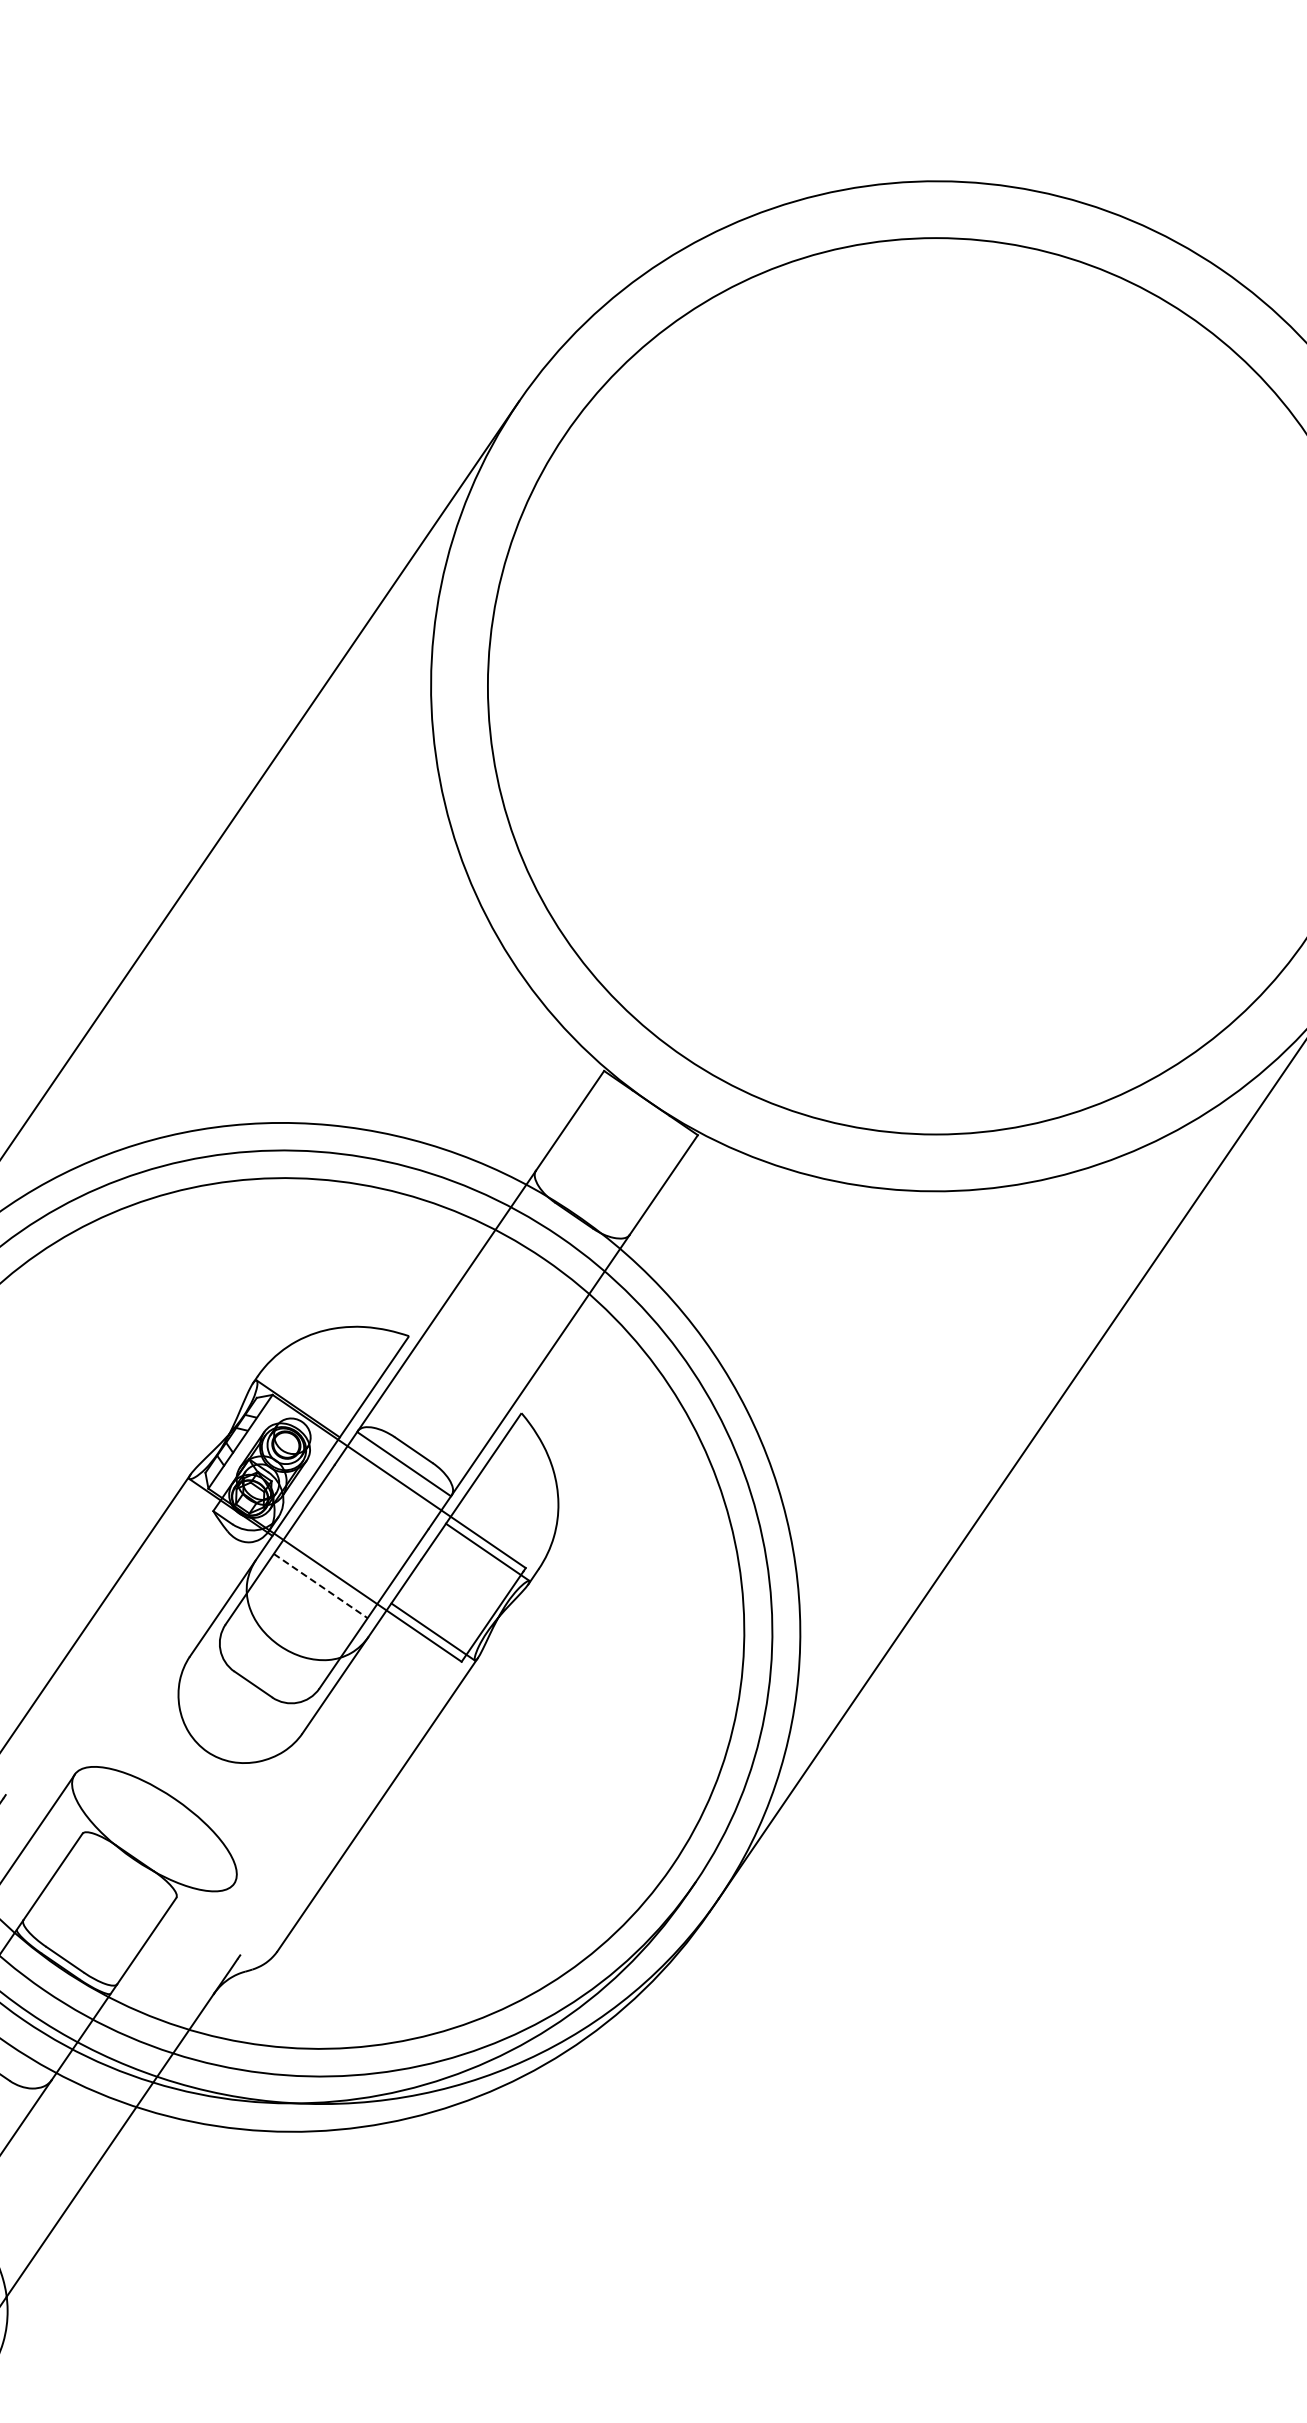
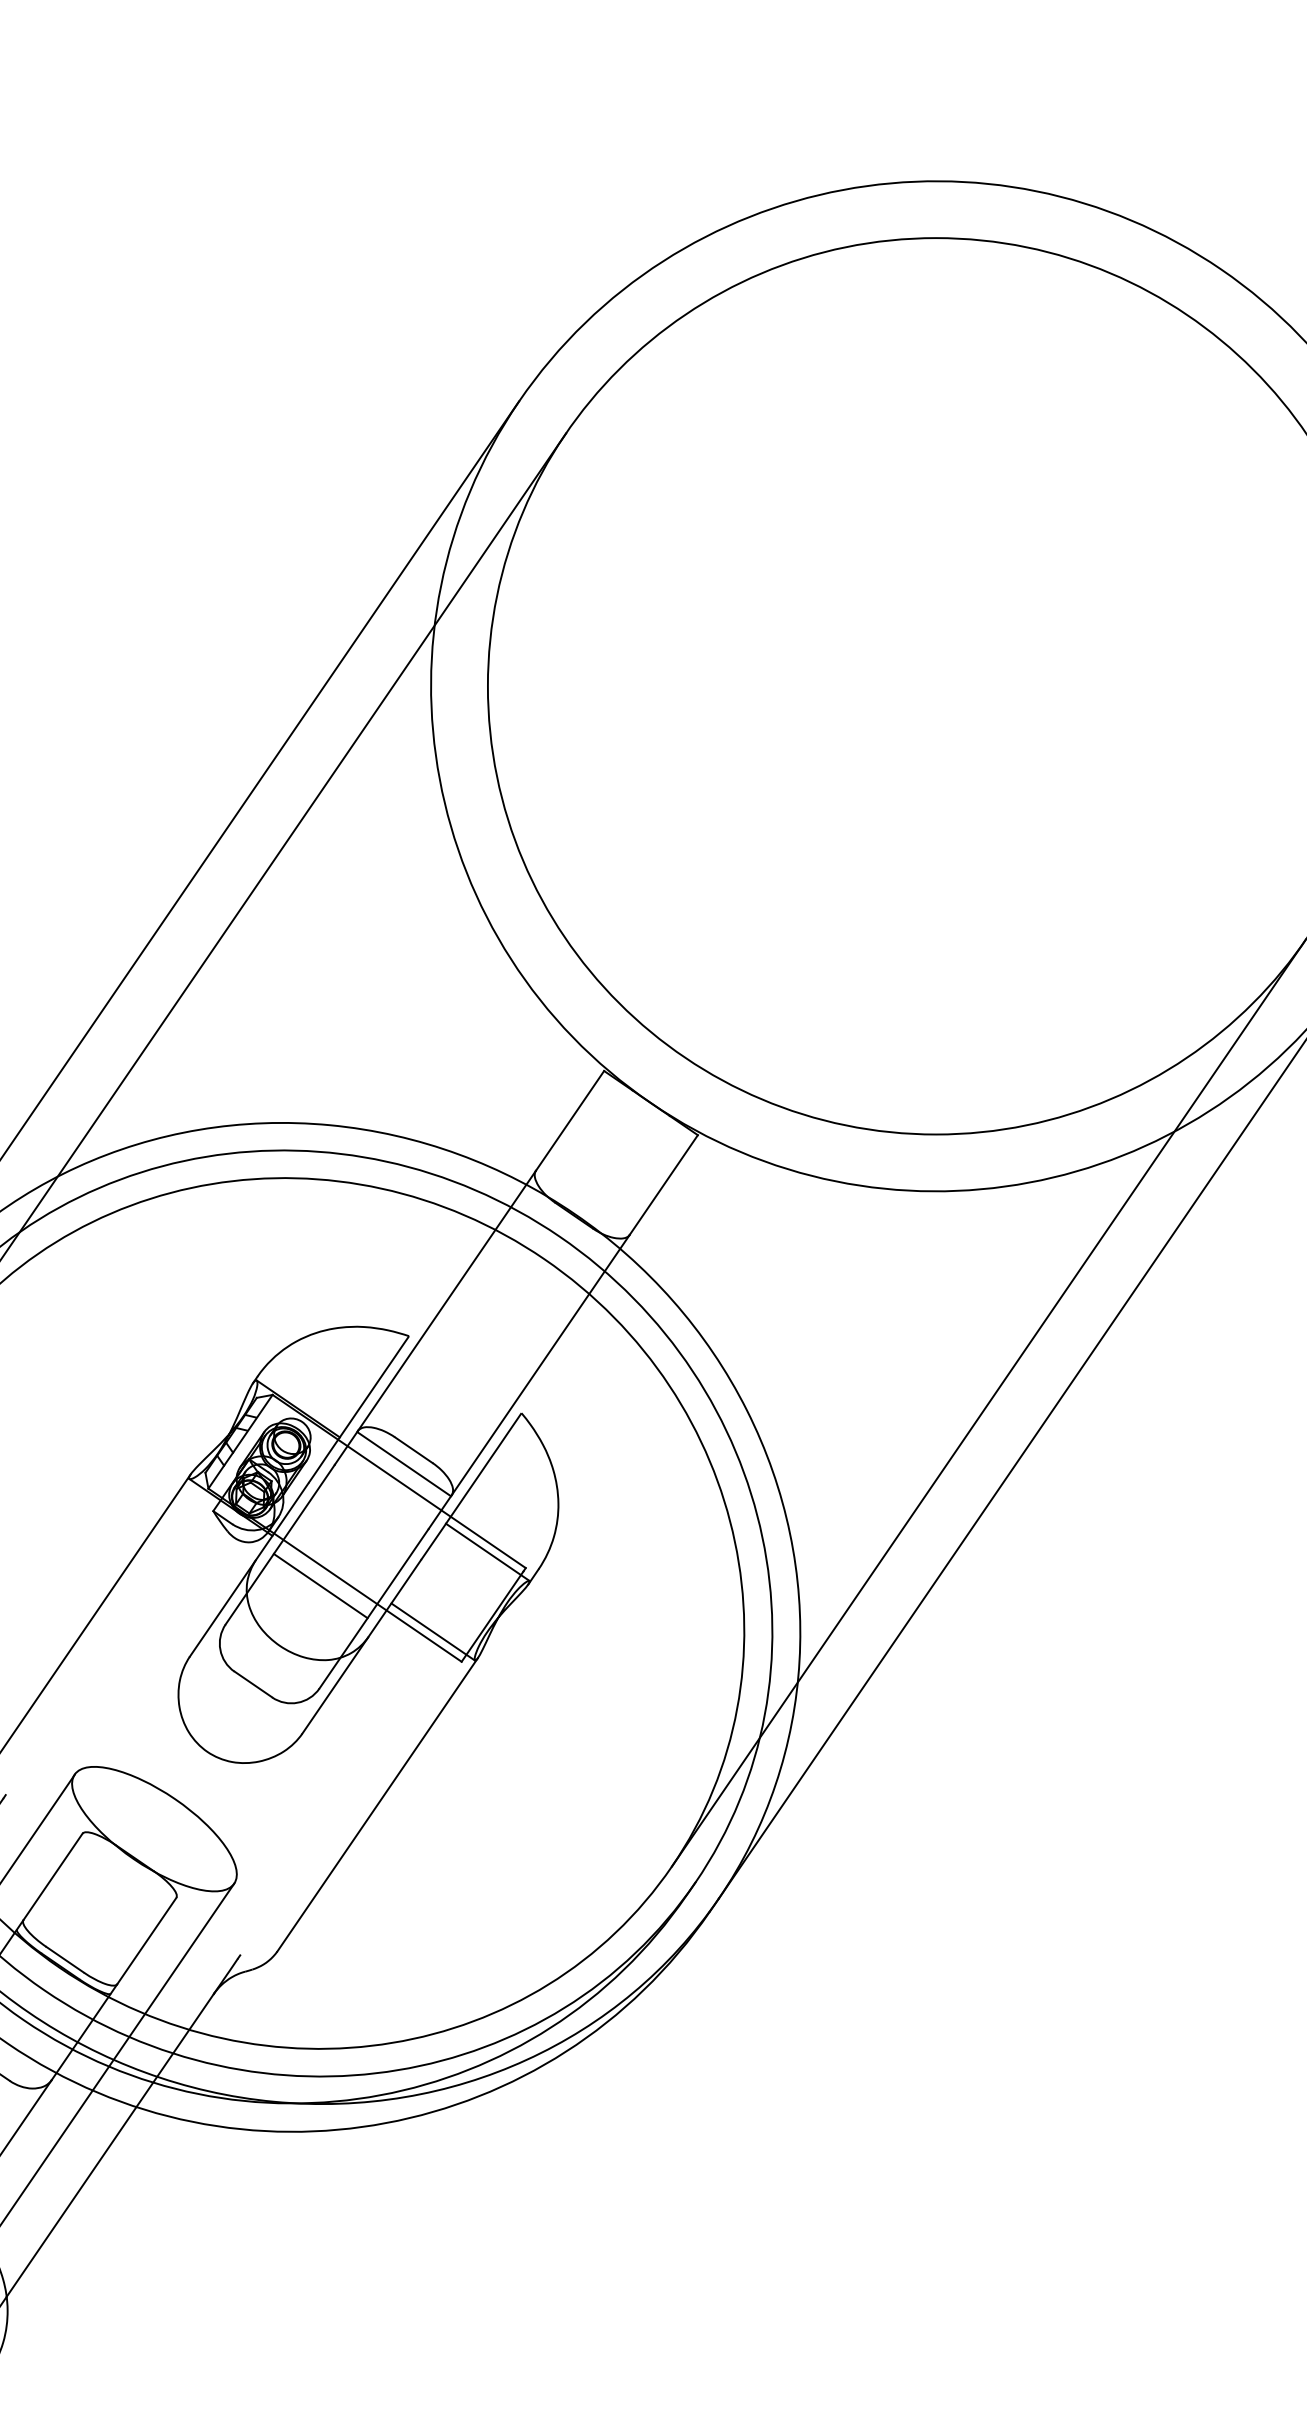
line at (284, 845): none -> present
line at (987, 1404): none -> present
line at (320, 1586): dashed -> solid
line at (118, 2052): none -> present
